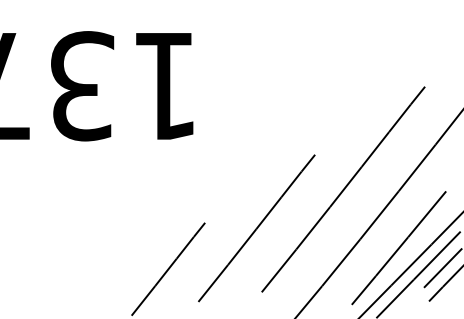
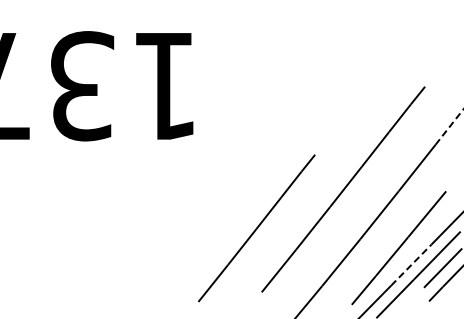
line at (449, 126): solid -> dashed
line at (411, 265): solid -> dashed
line at (168, 268): present -> none
